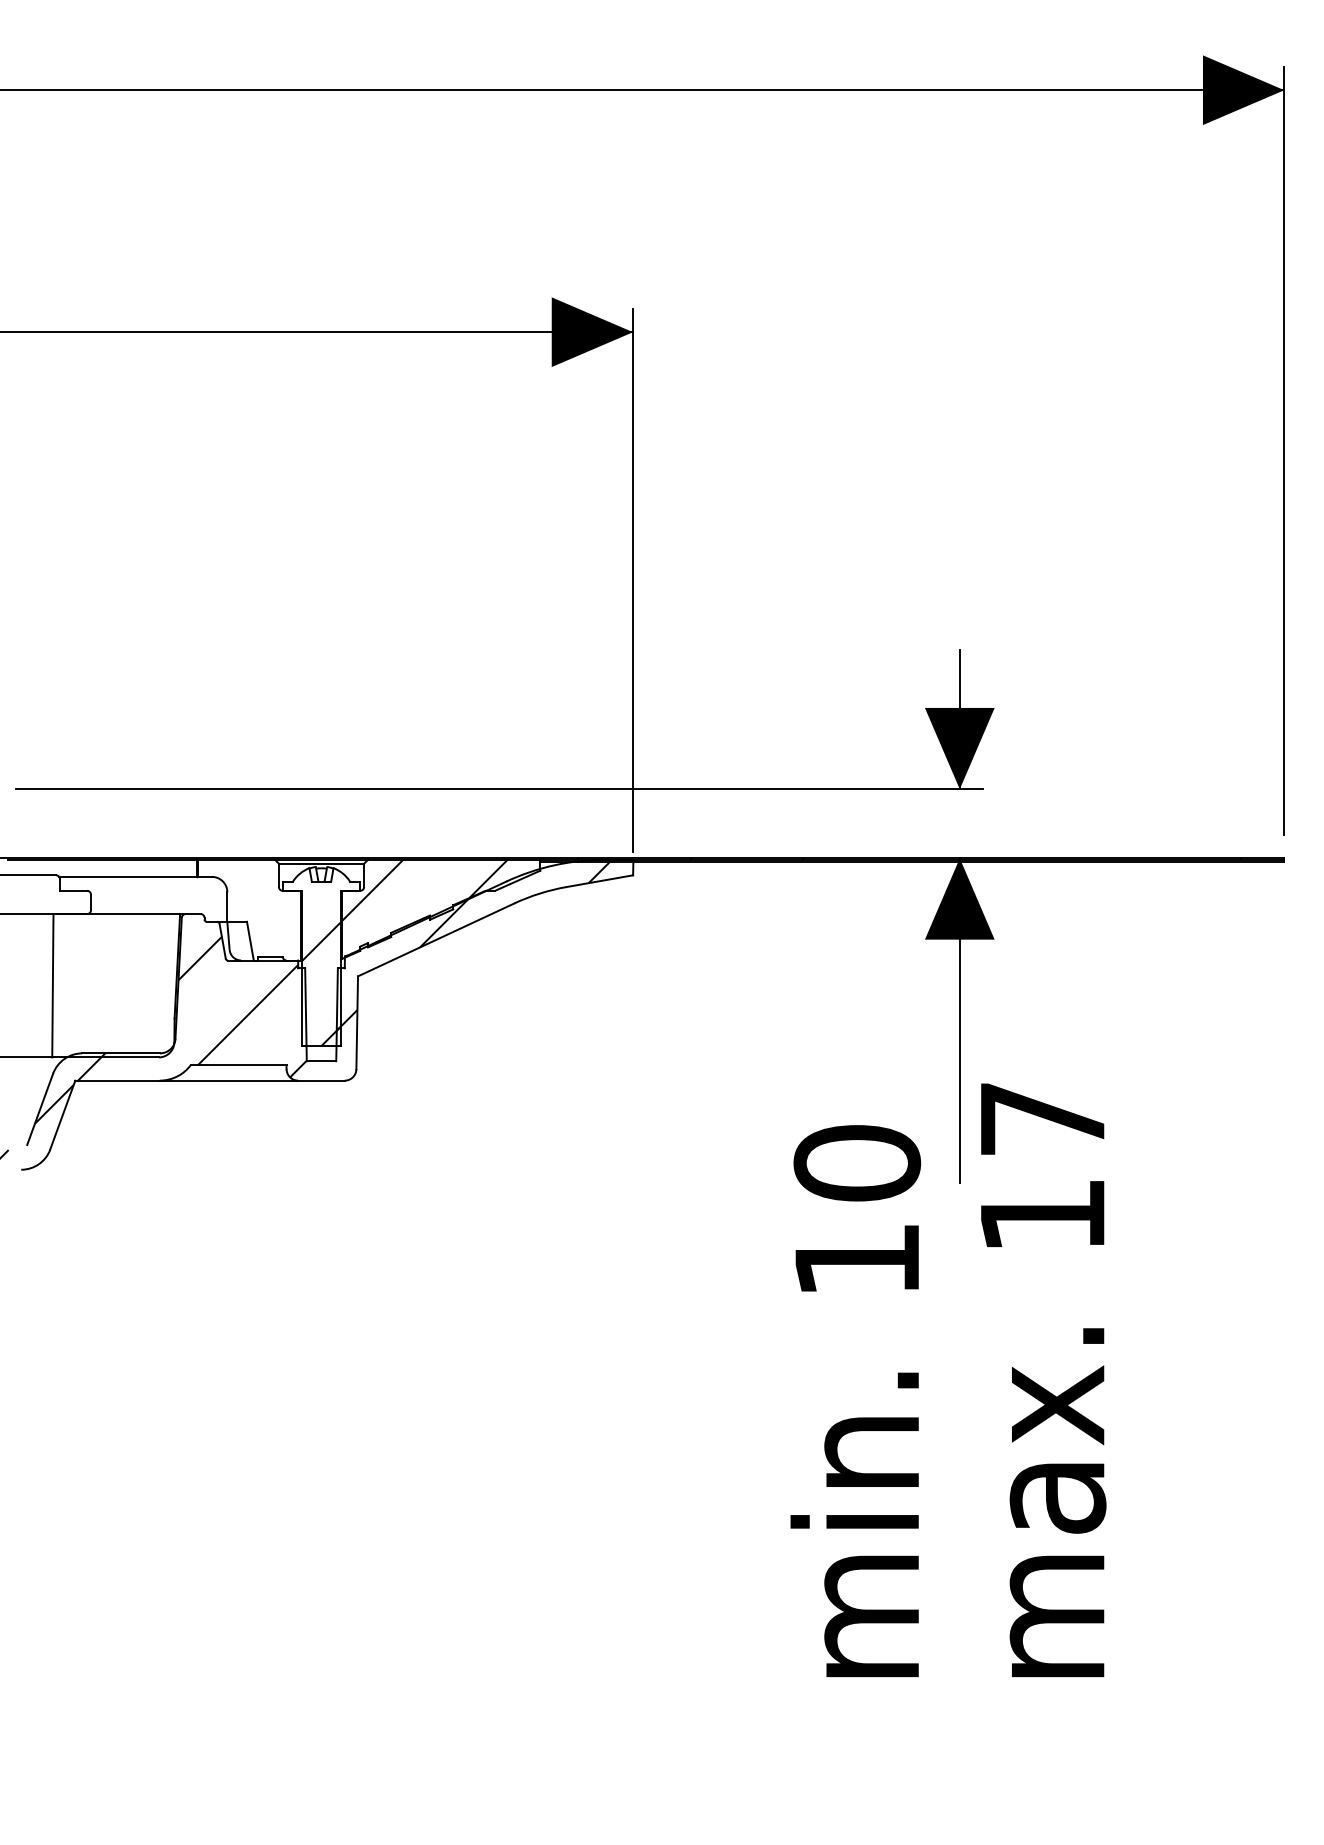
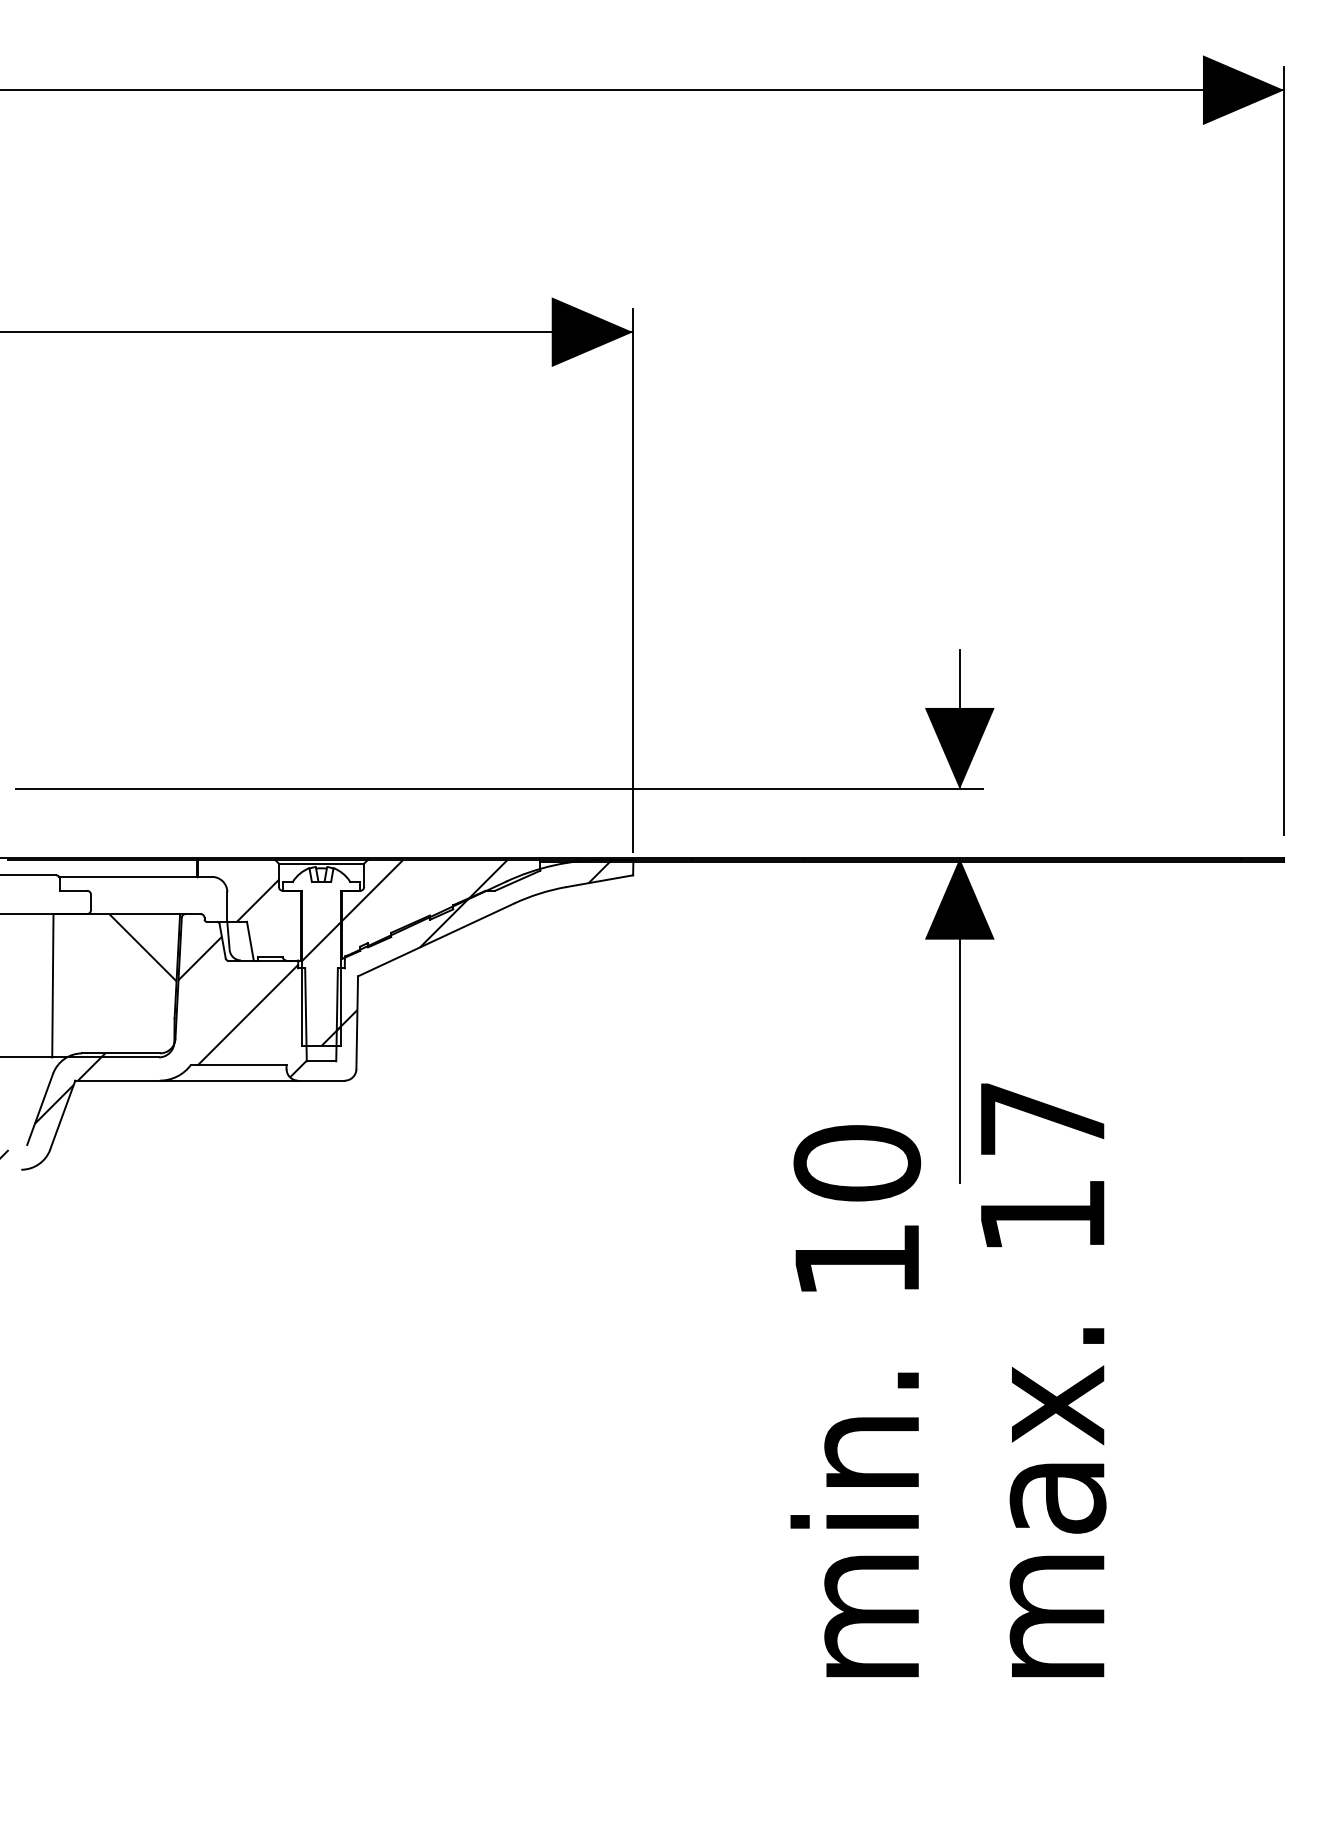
hatch at (257, 900): none -> present
hatch at (142, 947): none -> present
